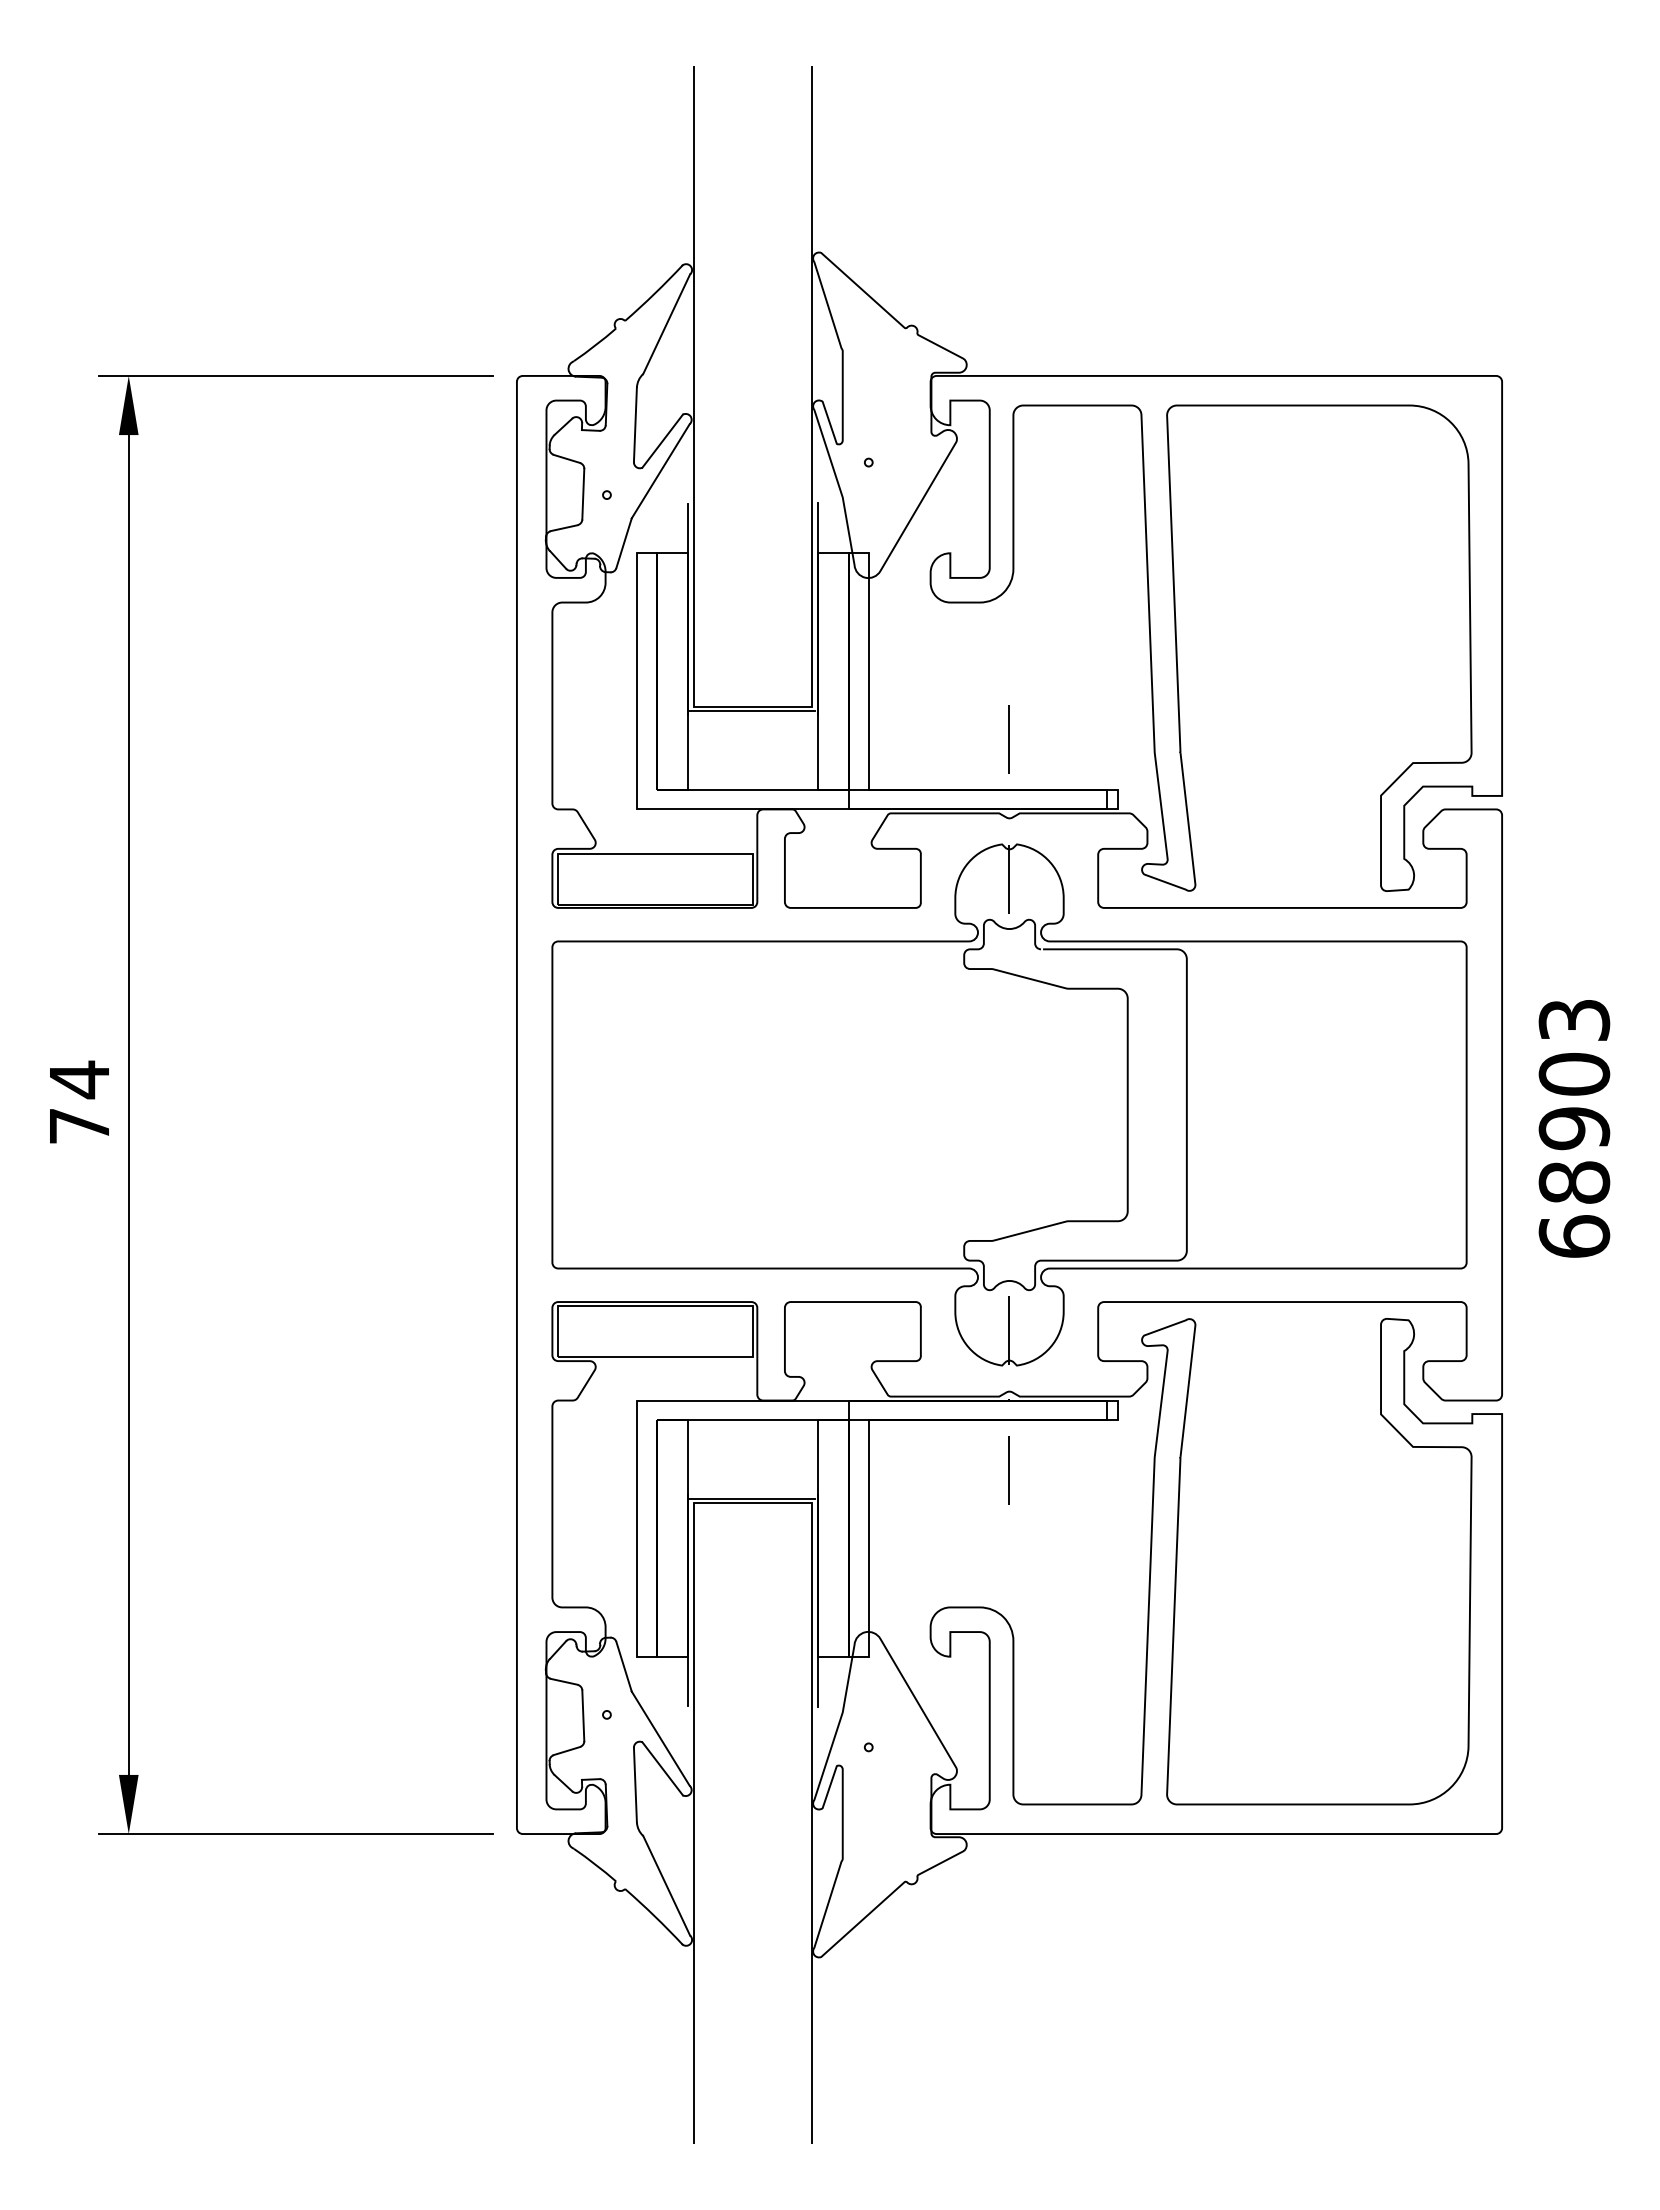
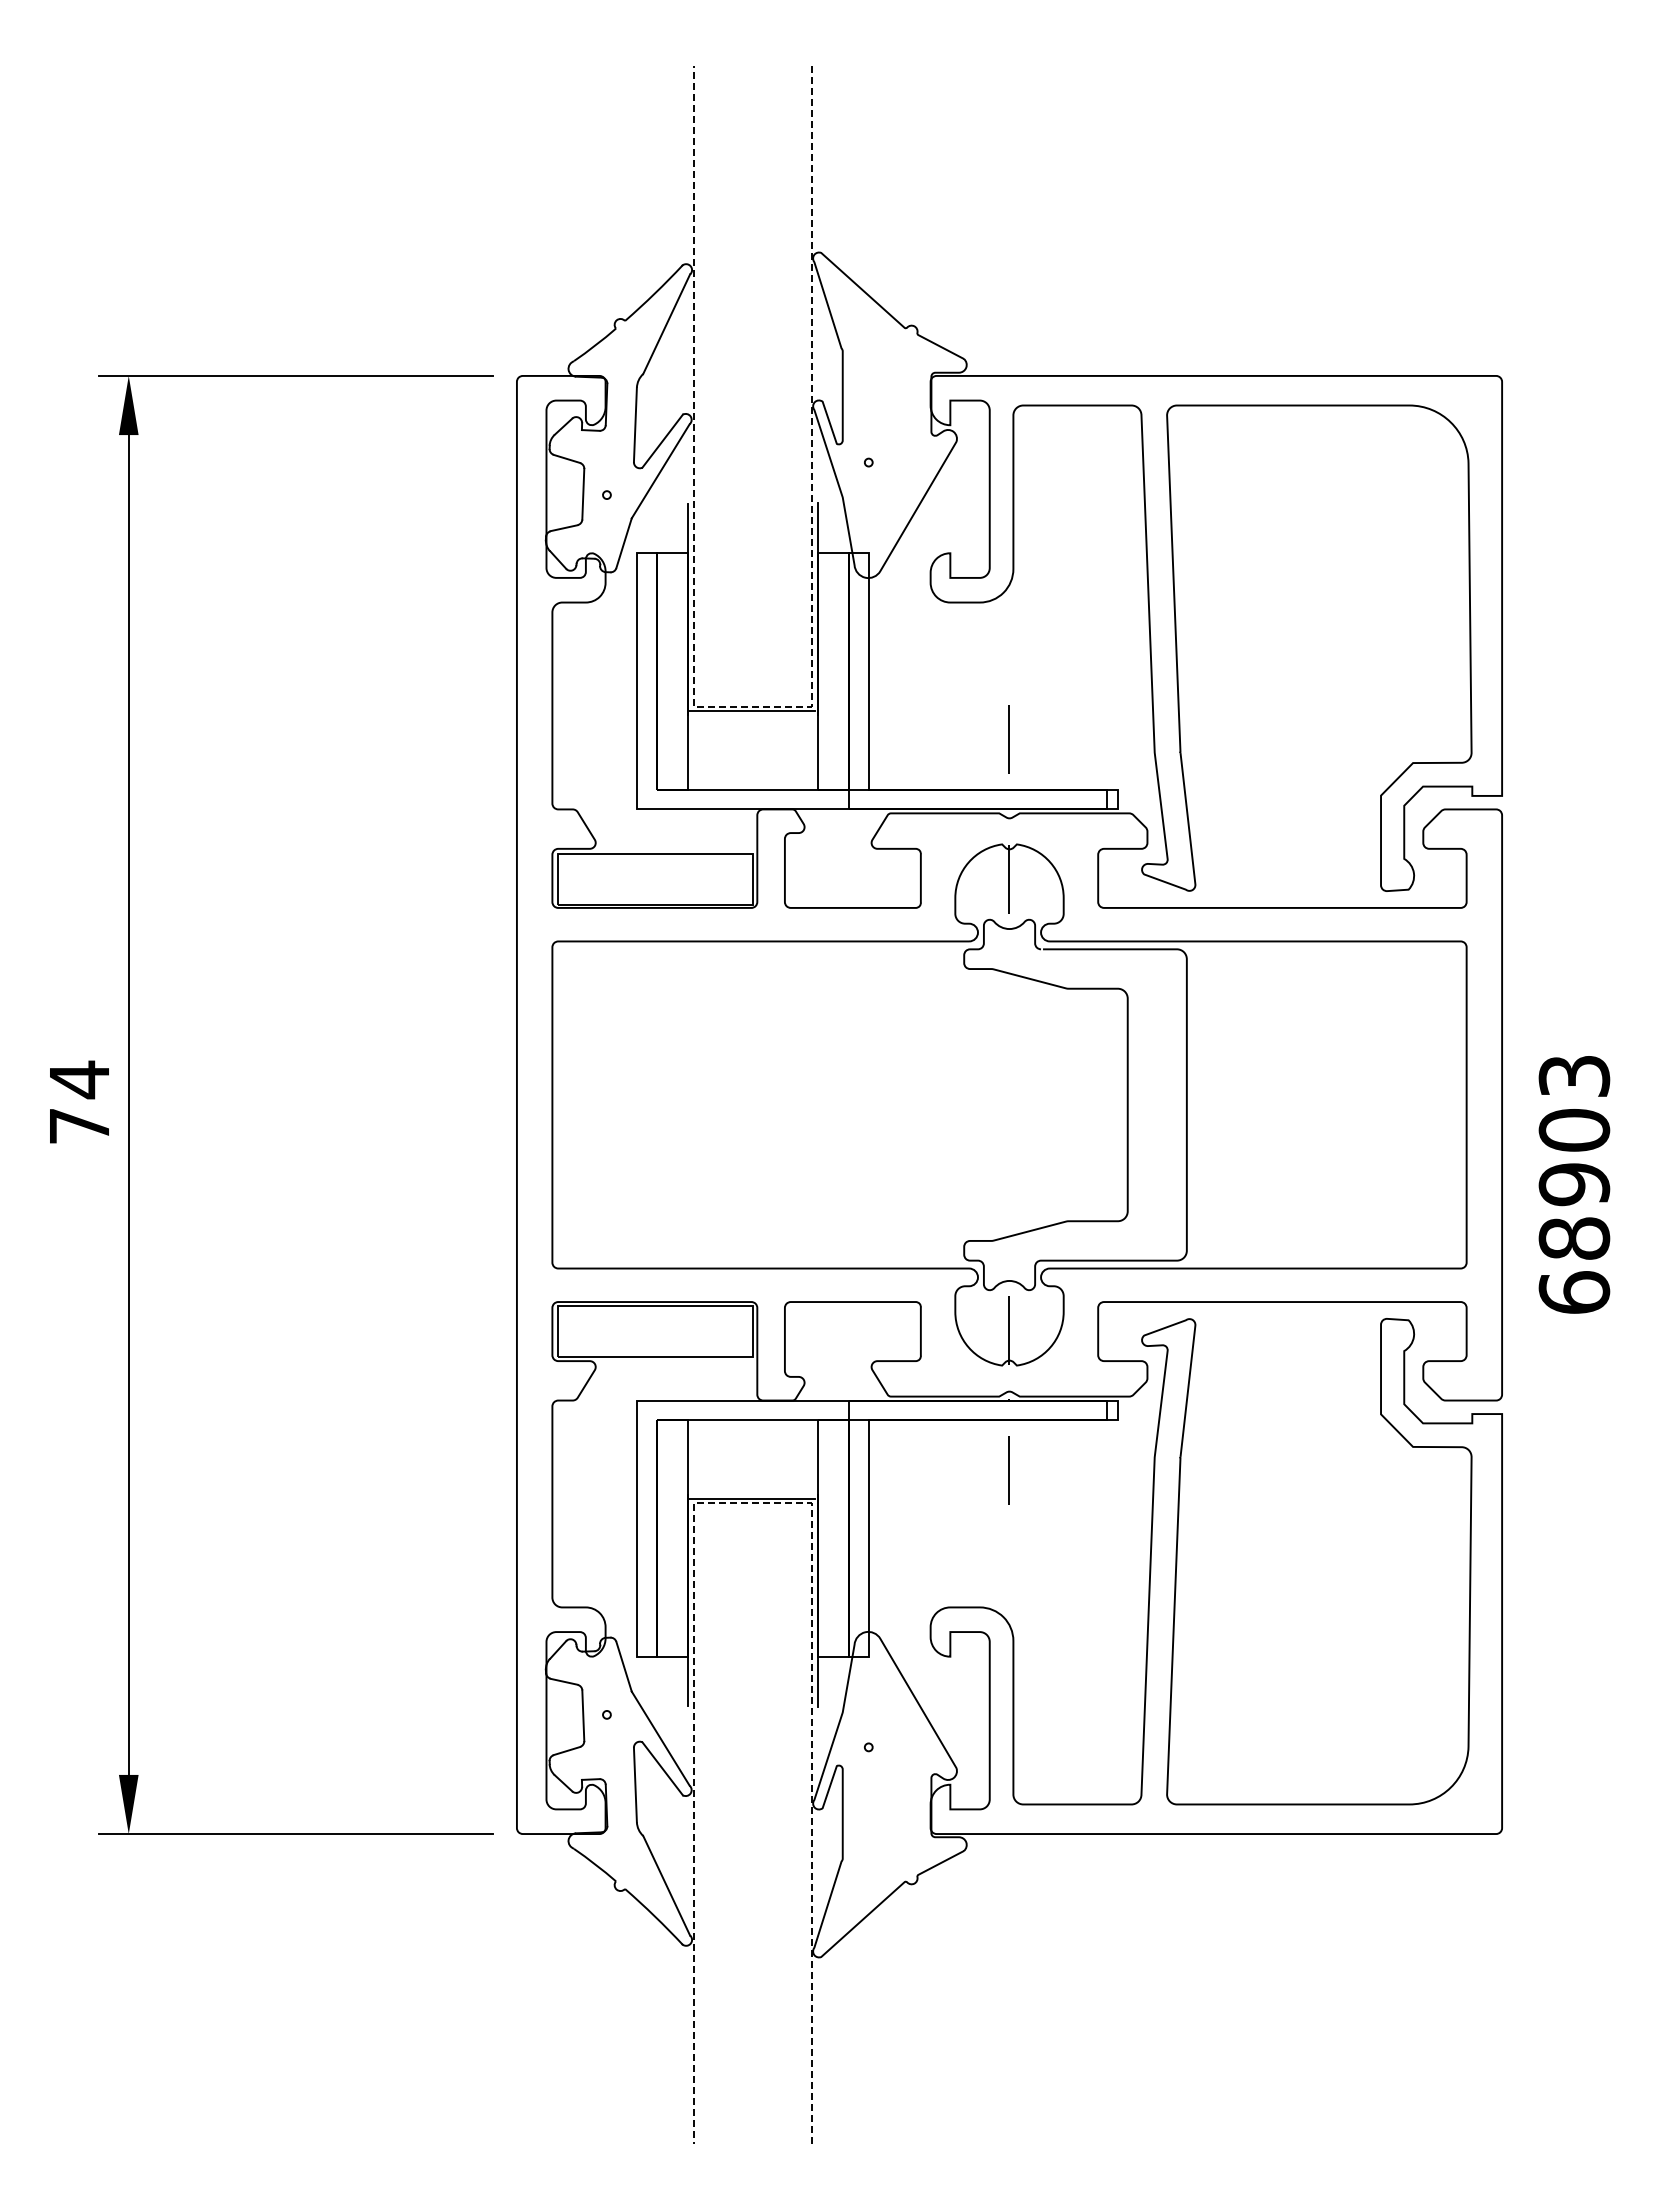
line at (752, 706): solid -> dashed
text at (1574, 1128) position: (1574, 1128) -> (1574, 1184)
line at (752, 1503): solid -> dashed
